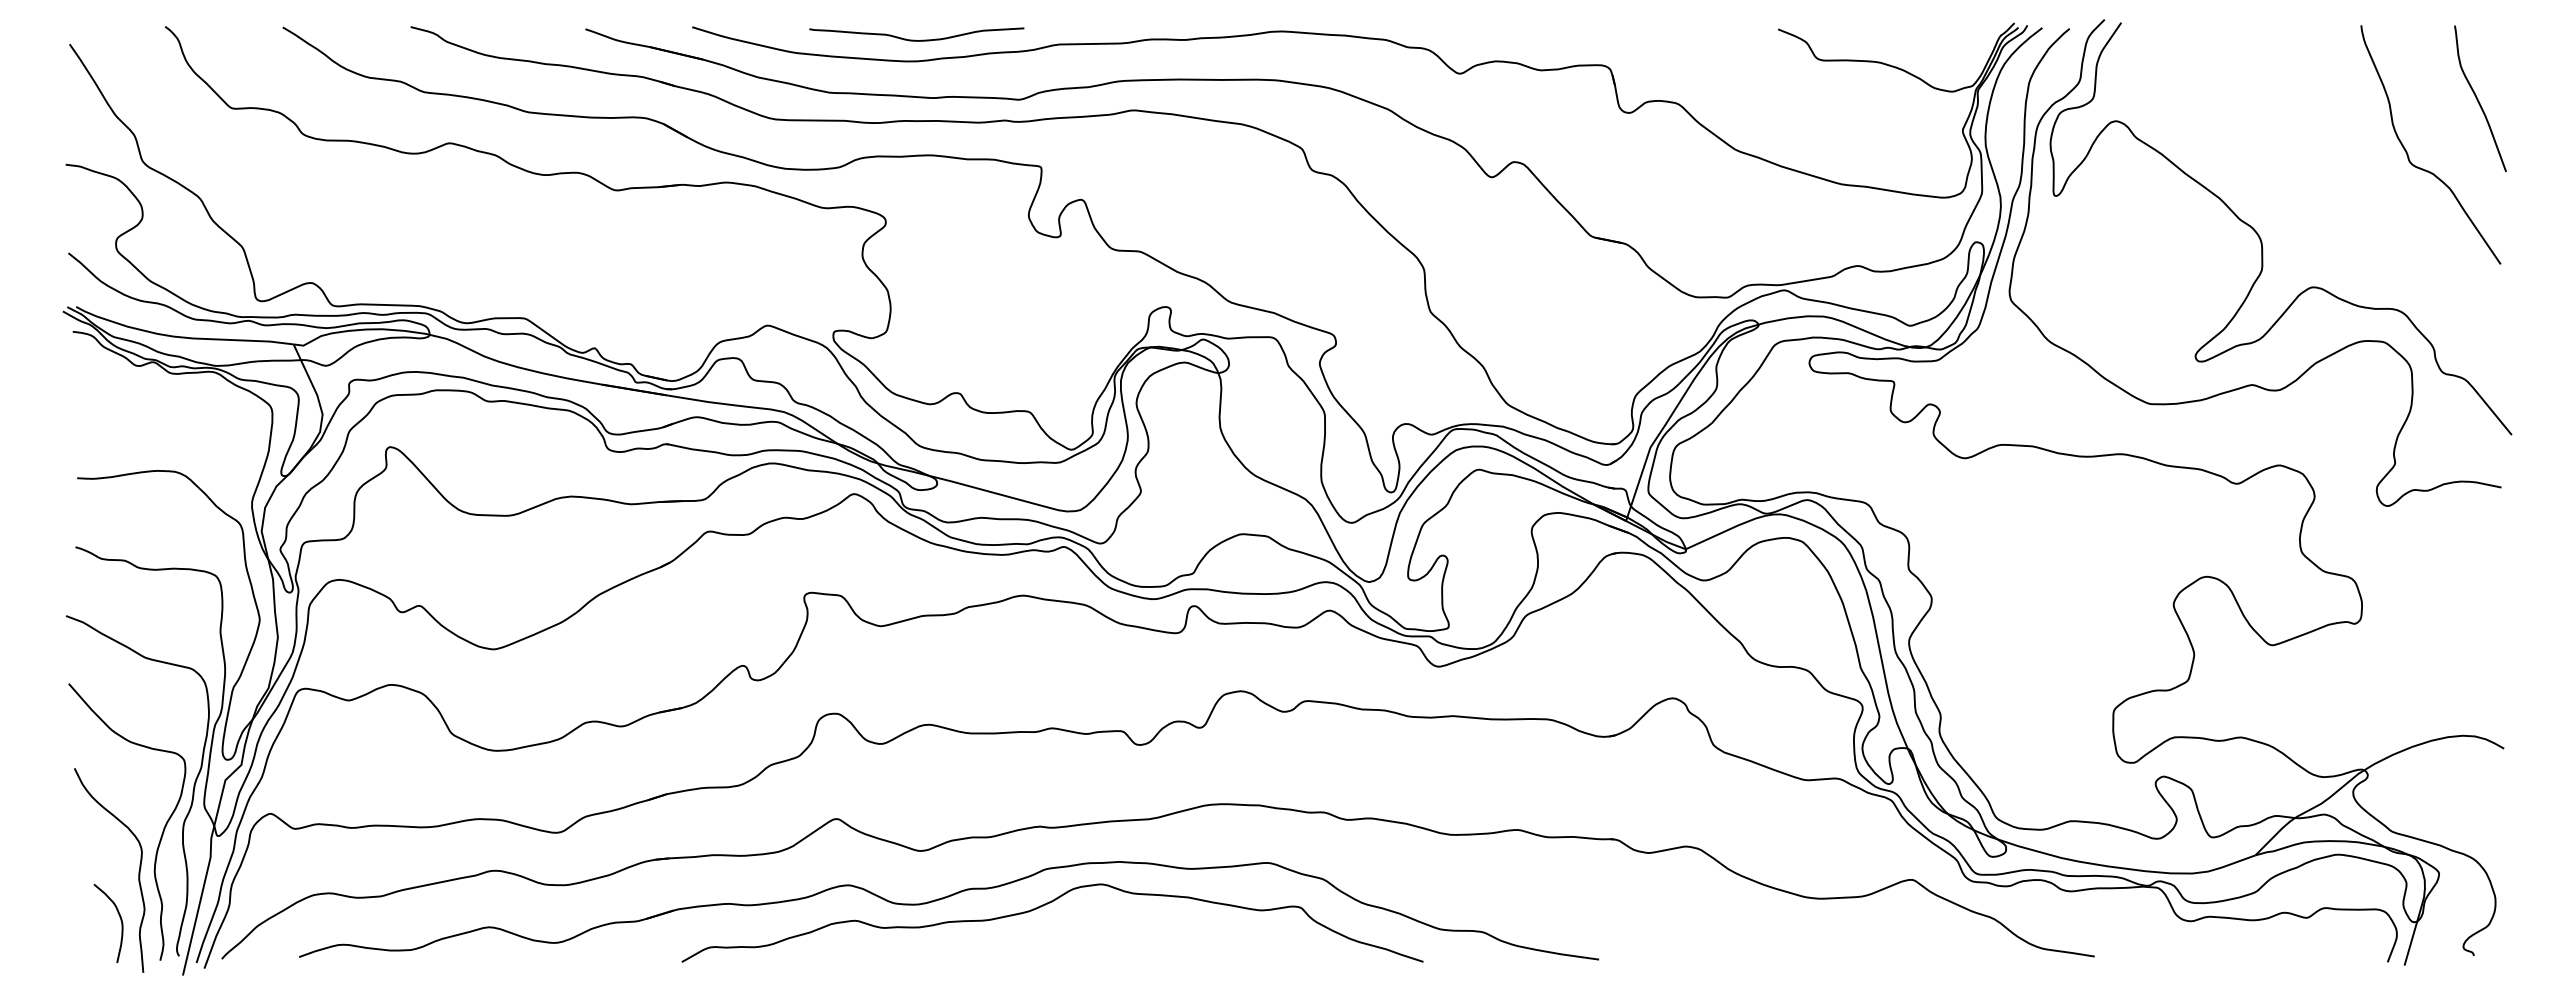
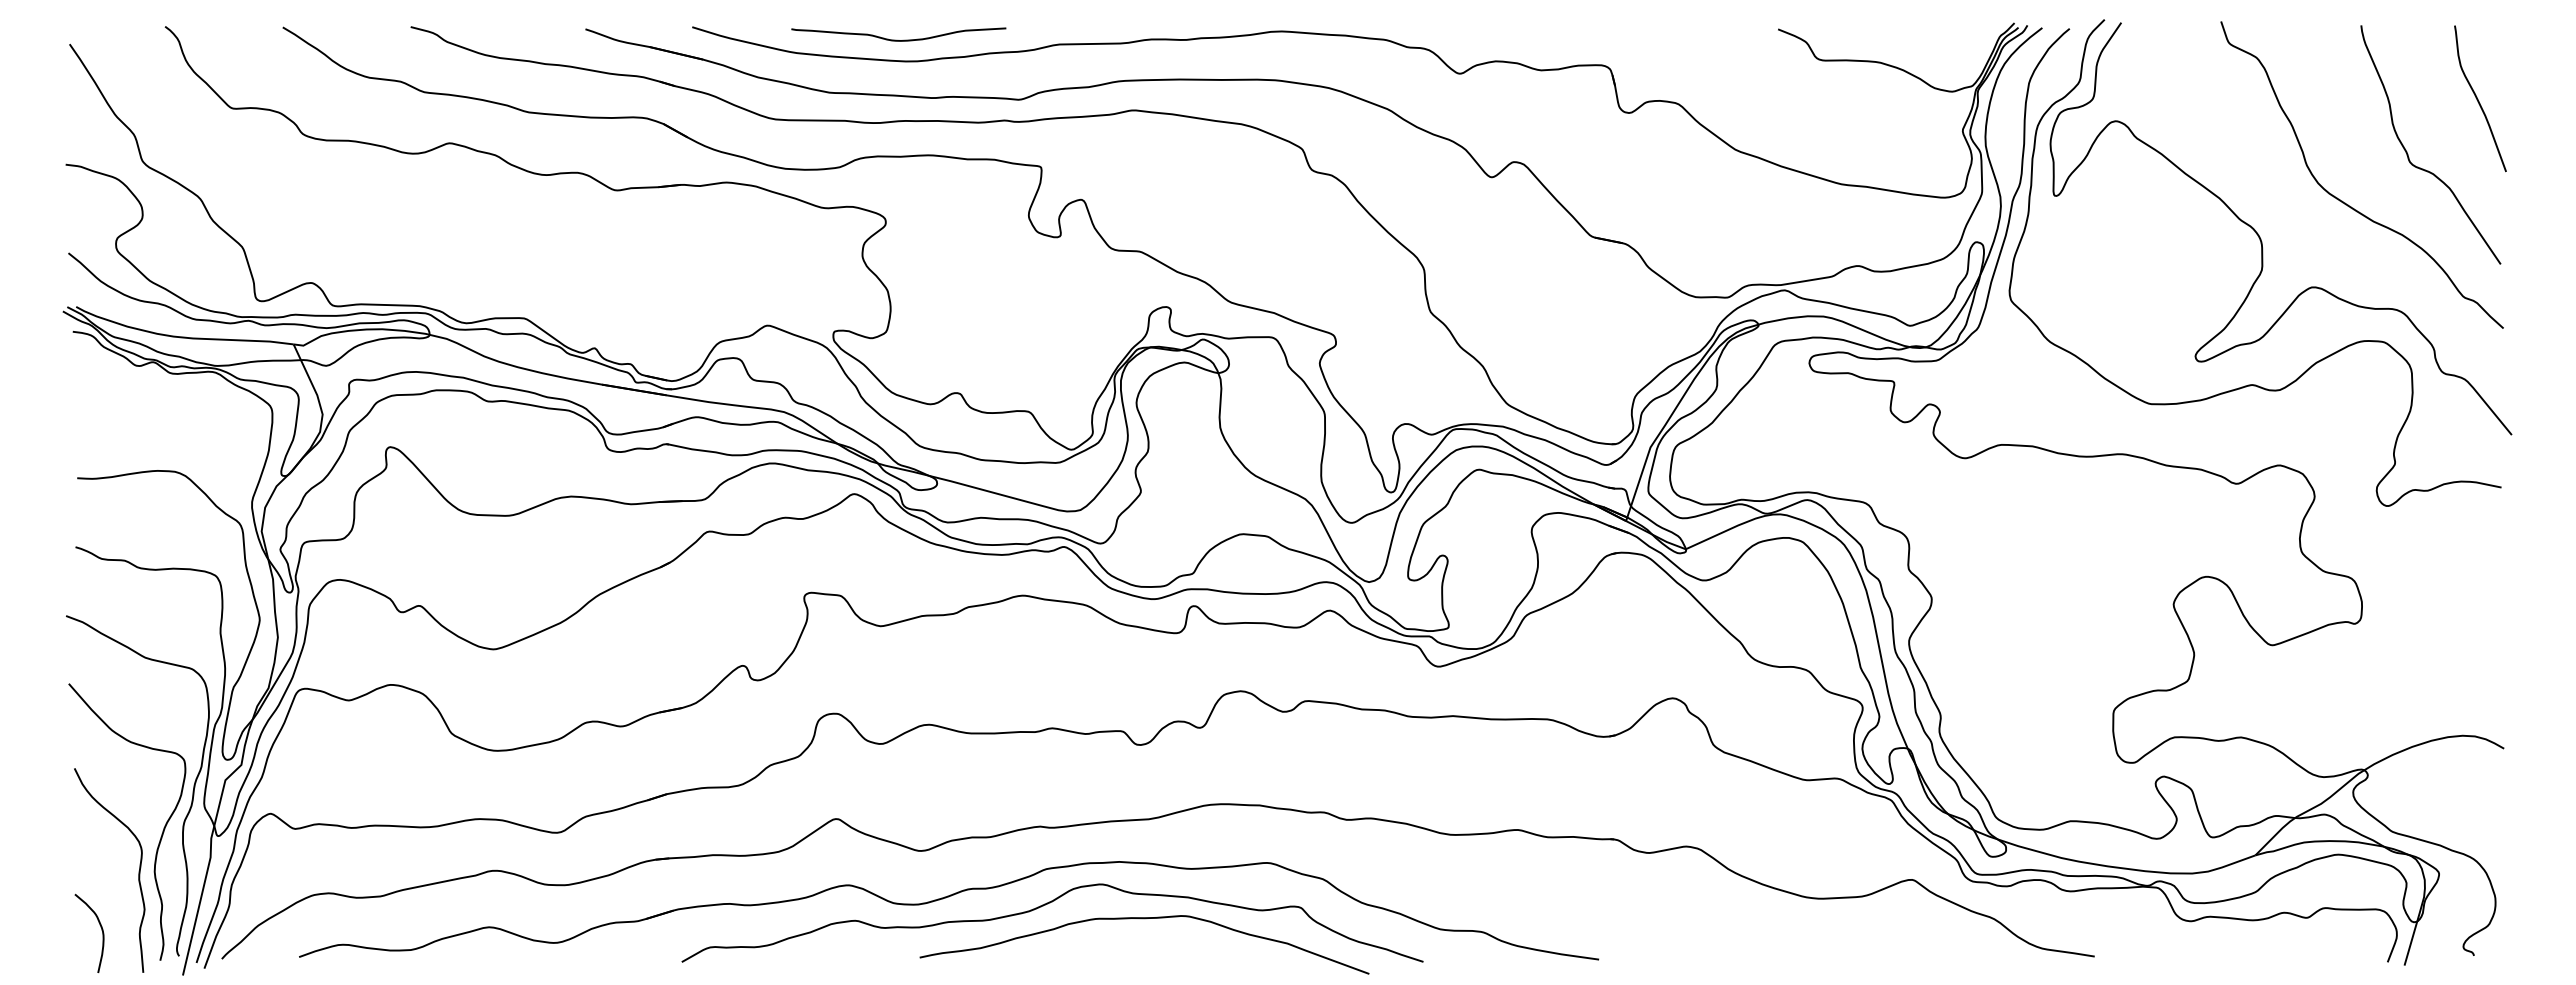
curve at (915, 39) position: (915, 39) -> (897, 39)
curve at (2342, 200): none -> present
curve at (119, 917) position: (119, 917) -> (100, 927)
curve at (1144, 919): none -> present
